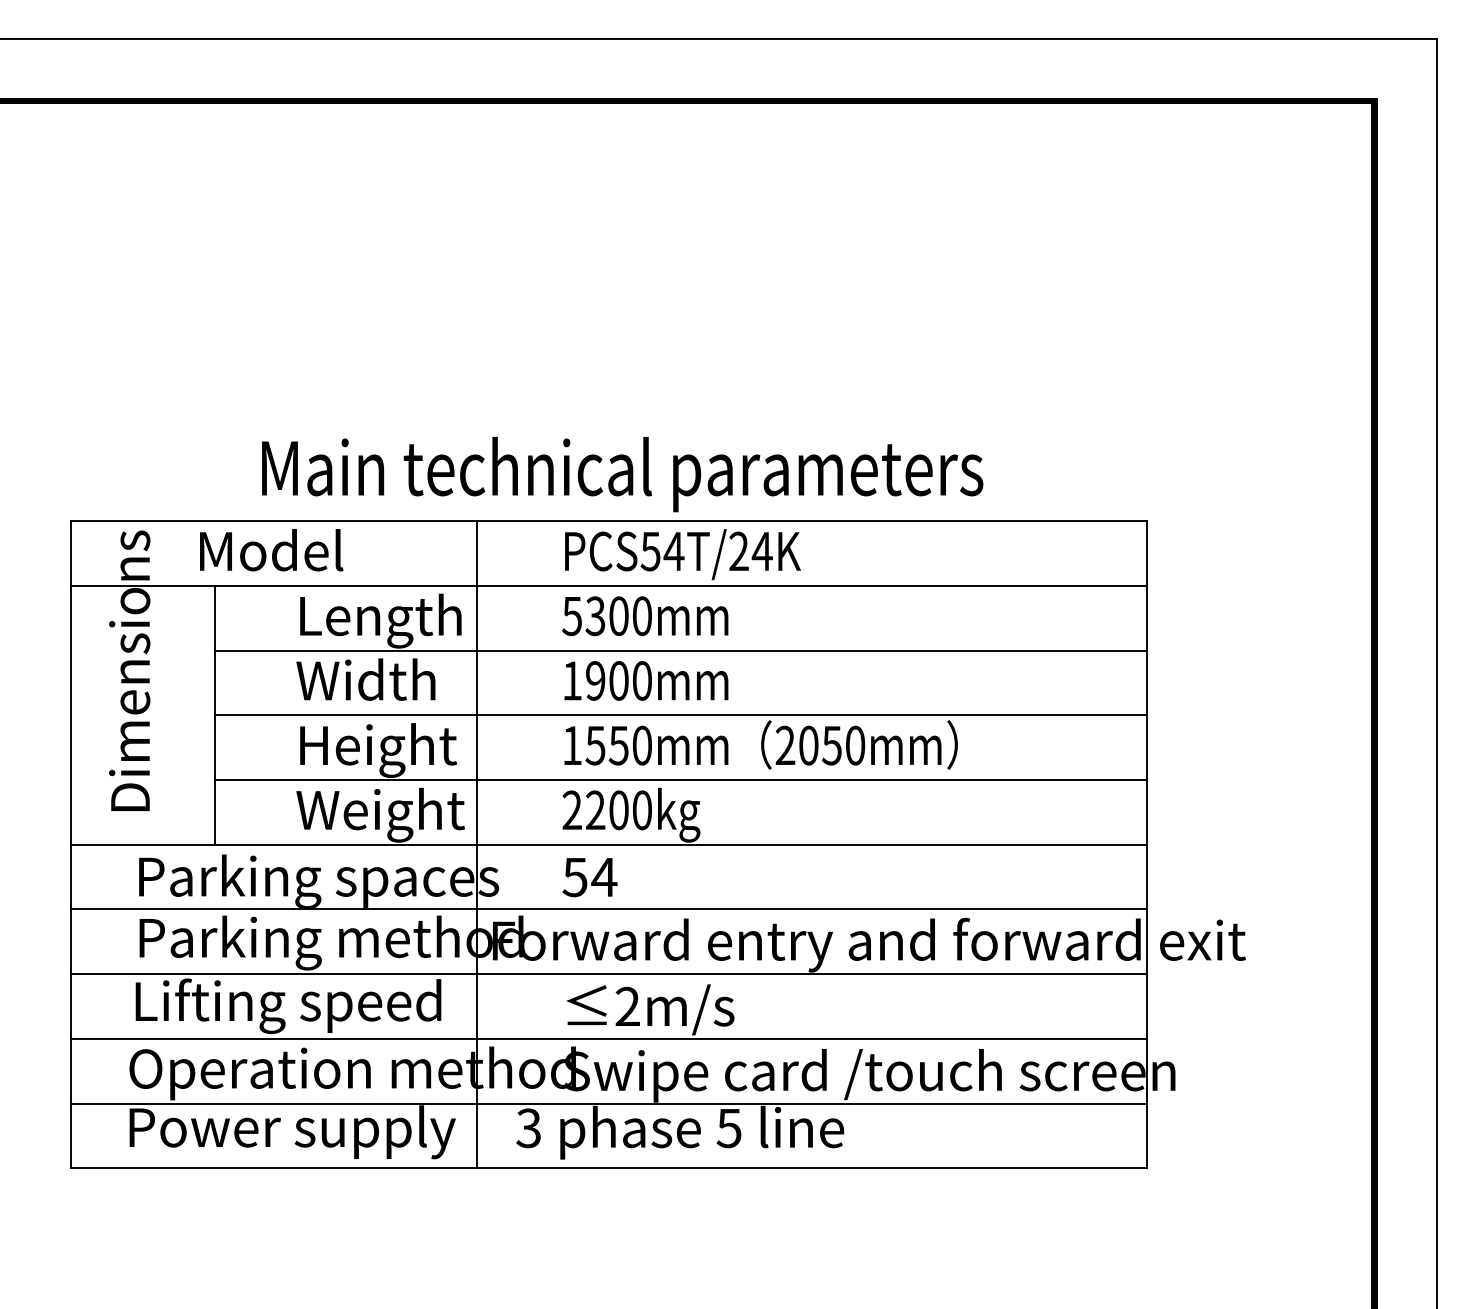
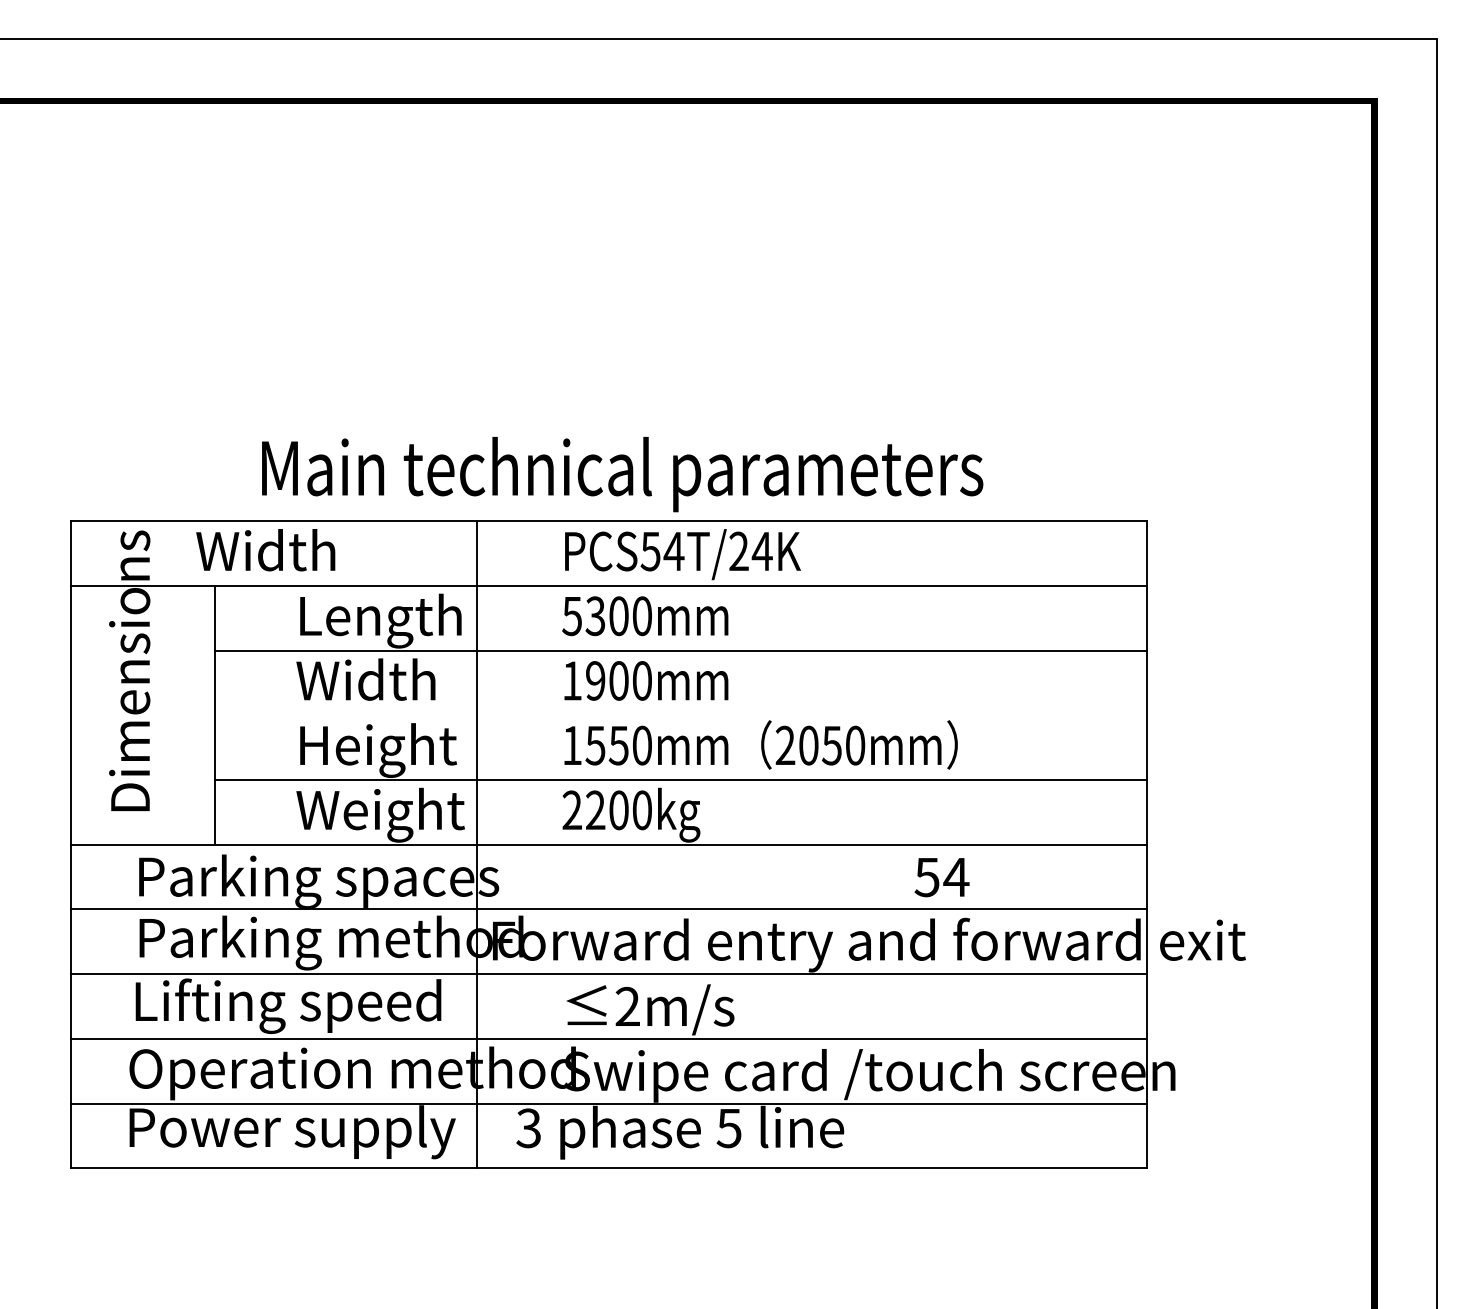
text at (269, 550): Model -> Width
line at (681, 715): present -> none
text at (589, 877) position: (589, 877) -> (941, 877)
